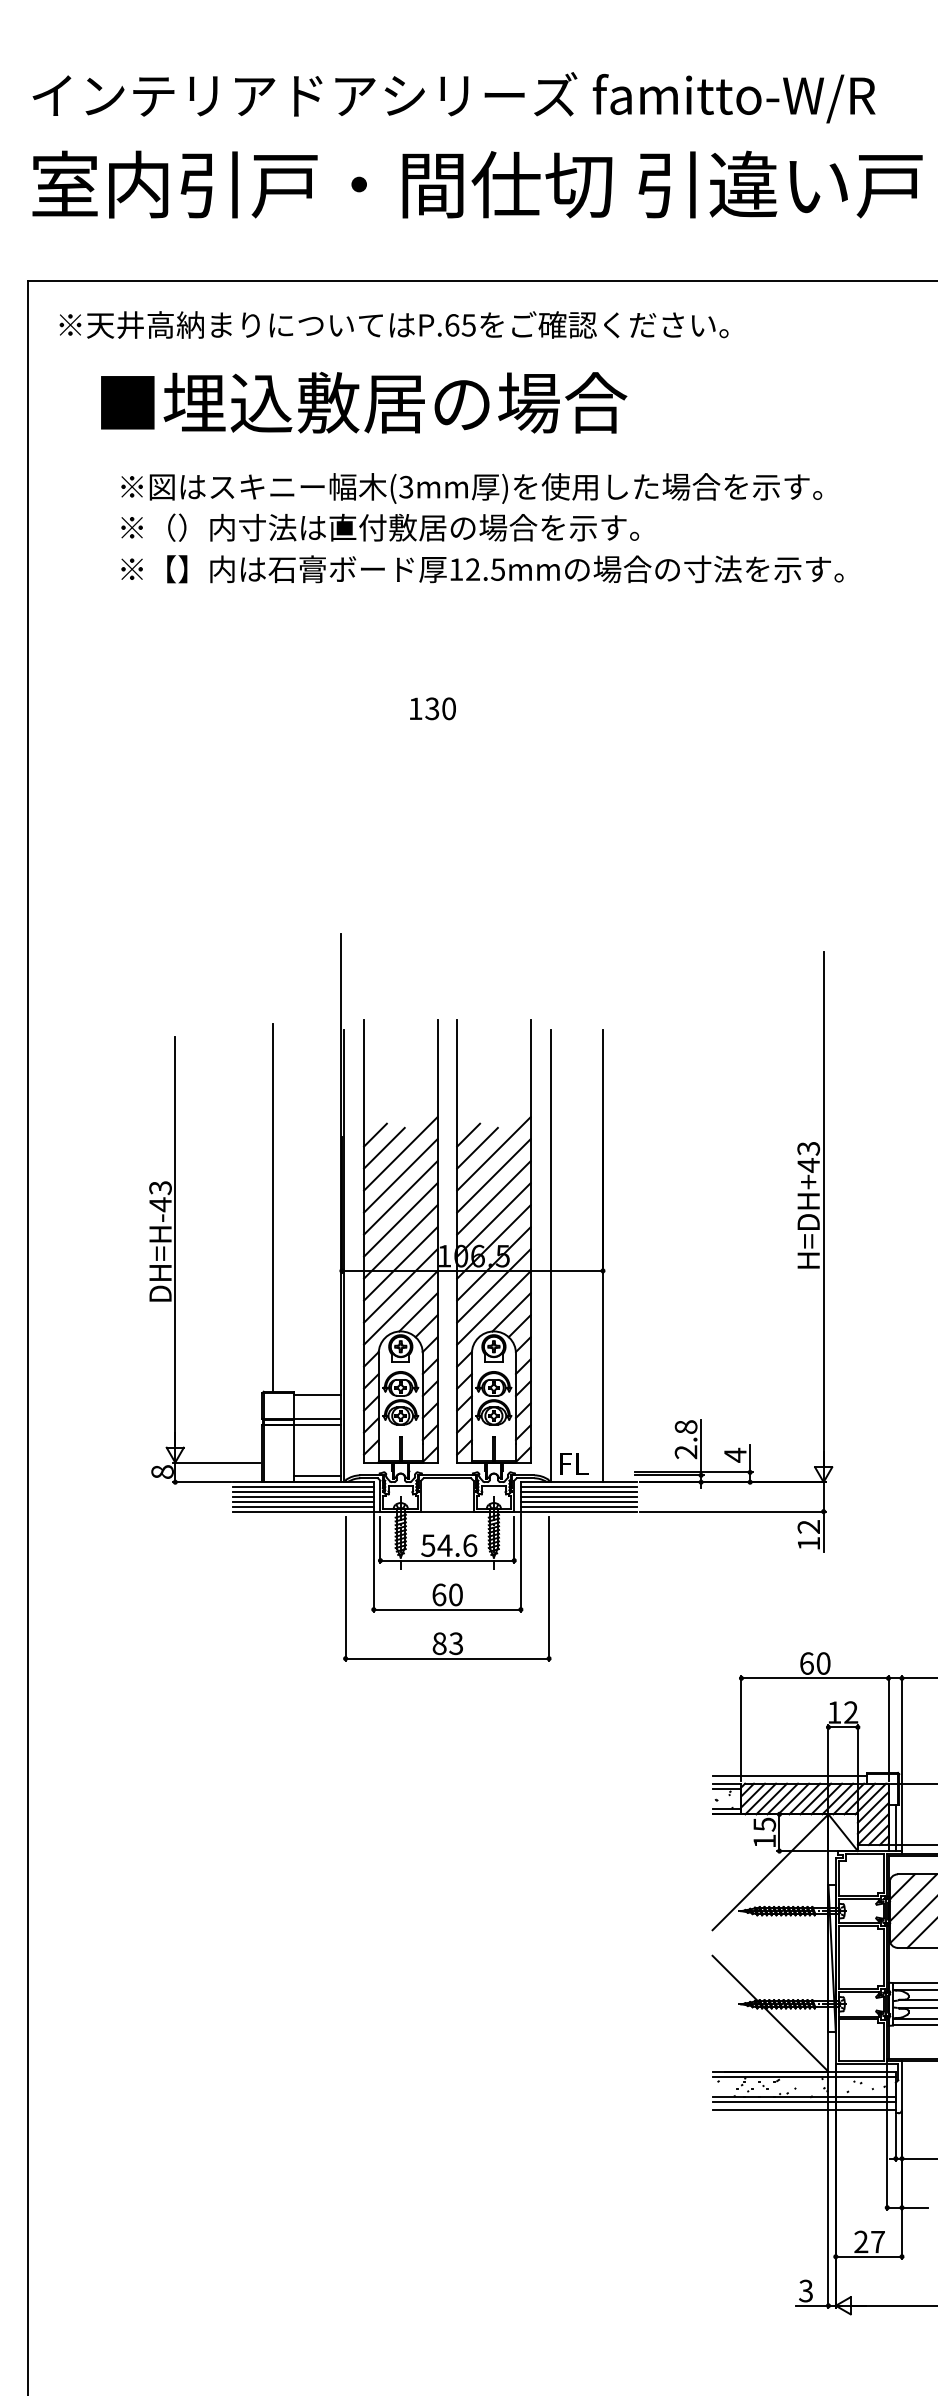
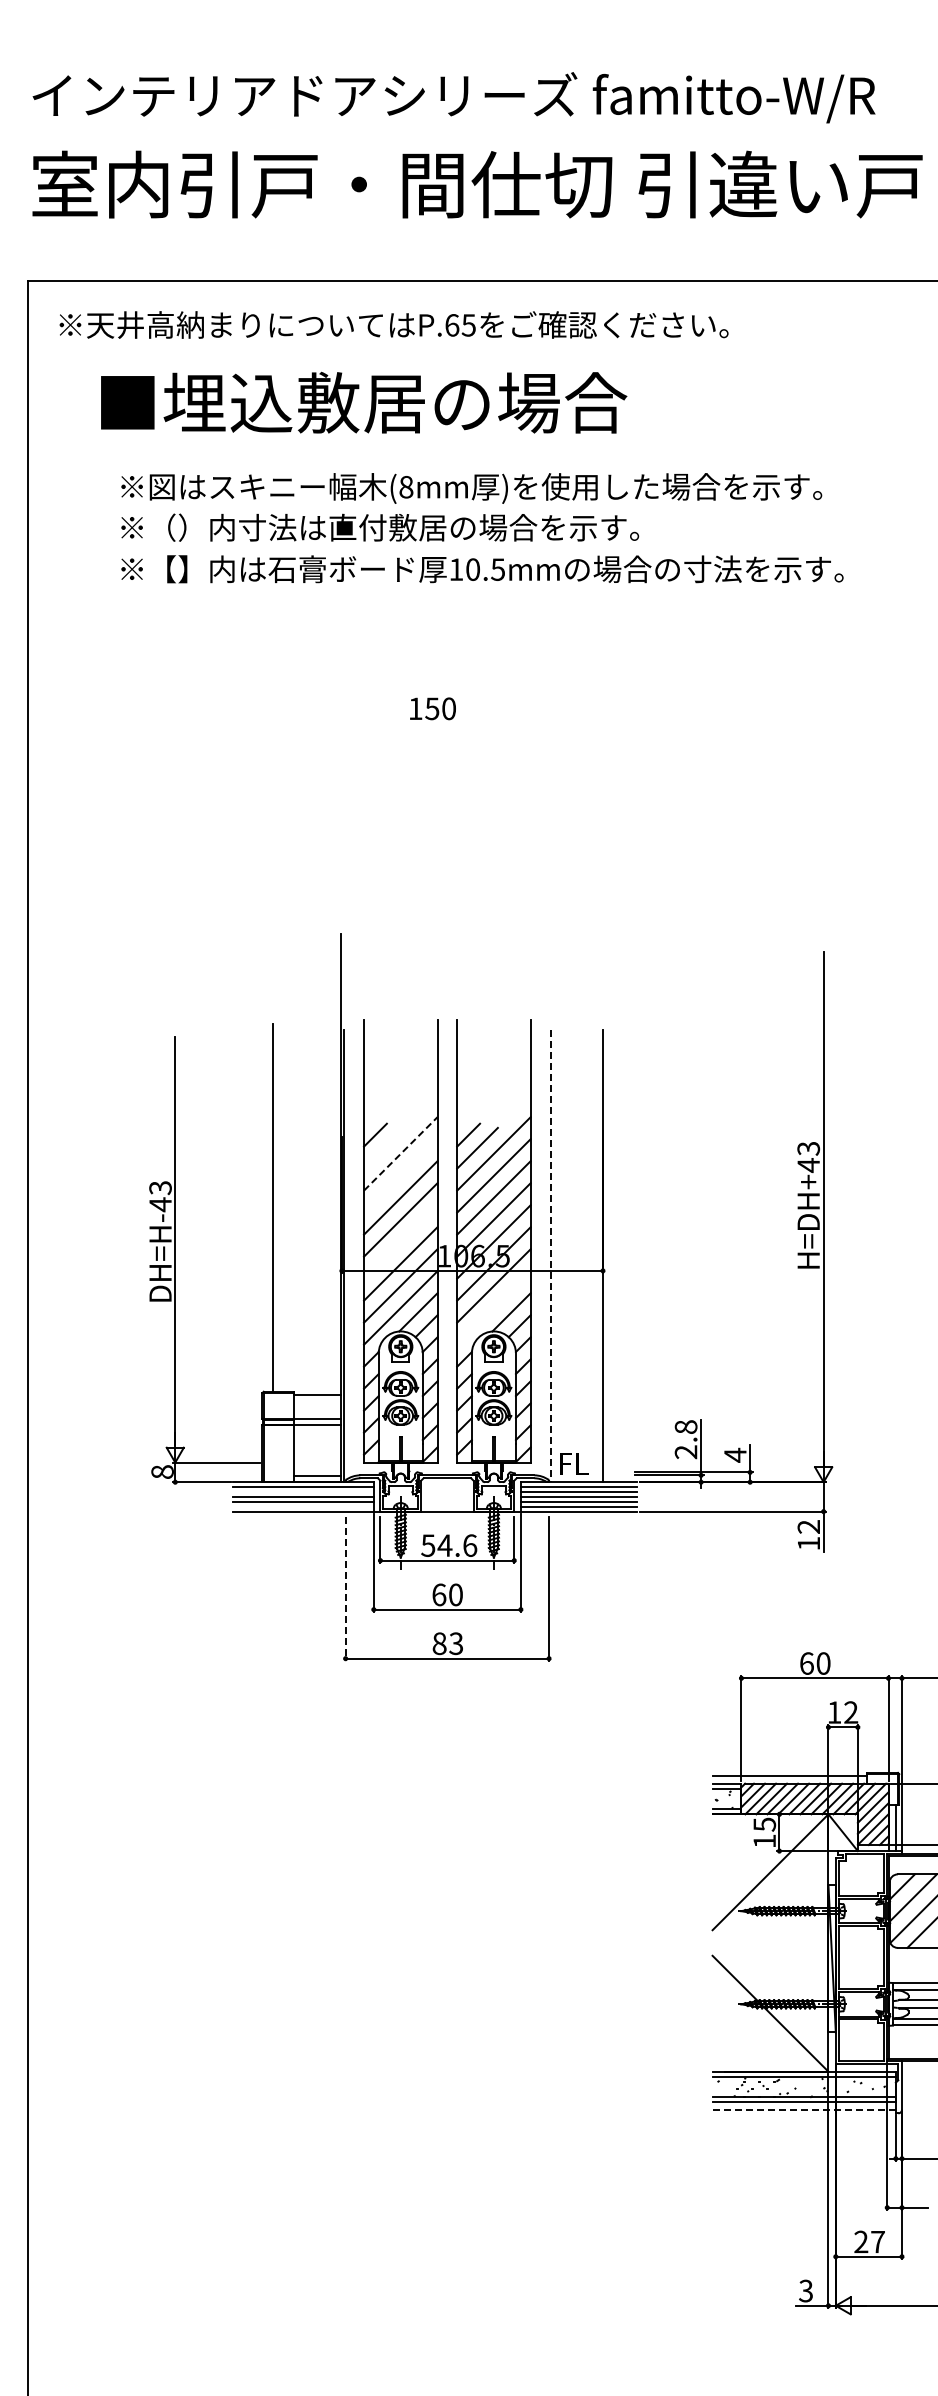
text at (406, 486): (3mm -> (8mm
text at (472, 569): 12.5mm -> 10.5mm
text at (432, 708): 130 -> 150
line at (384, 1147): present -> none
line at (400, 1153): solid -> dashed
line at (400, 1175): present -> none
line at (400, 1241): present -> none
line at (551, 1256): solid -> dashed
line at (493, 1307): present -> none
line at (303, 1492): present -> none
line at (303, 1506): present -> none
line at (345, 1589): solid -> dashed
line at (804, 2109): solid -> dashed
